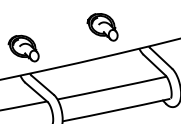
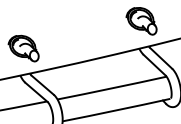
part at (102, 27) position: (102, 27) -> (141, 21)
